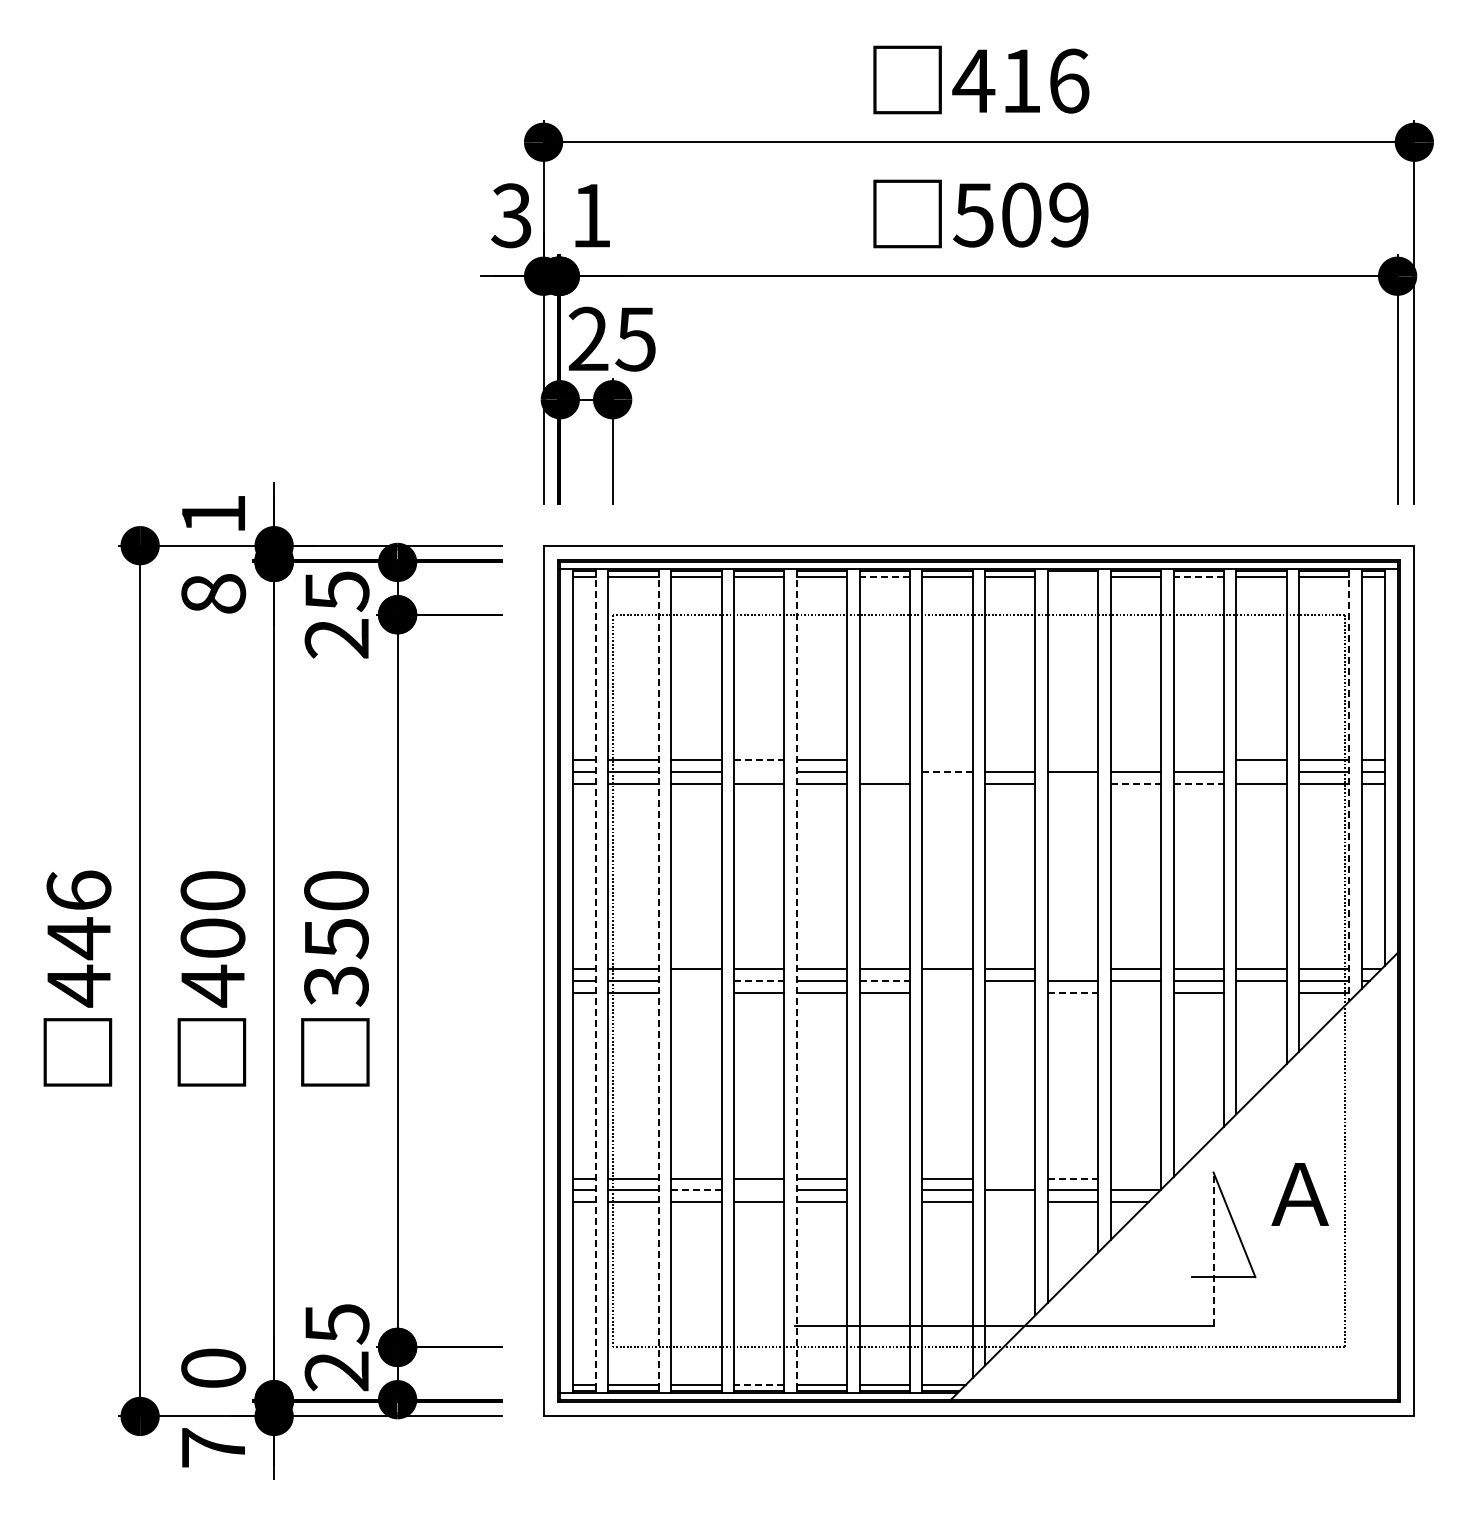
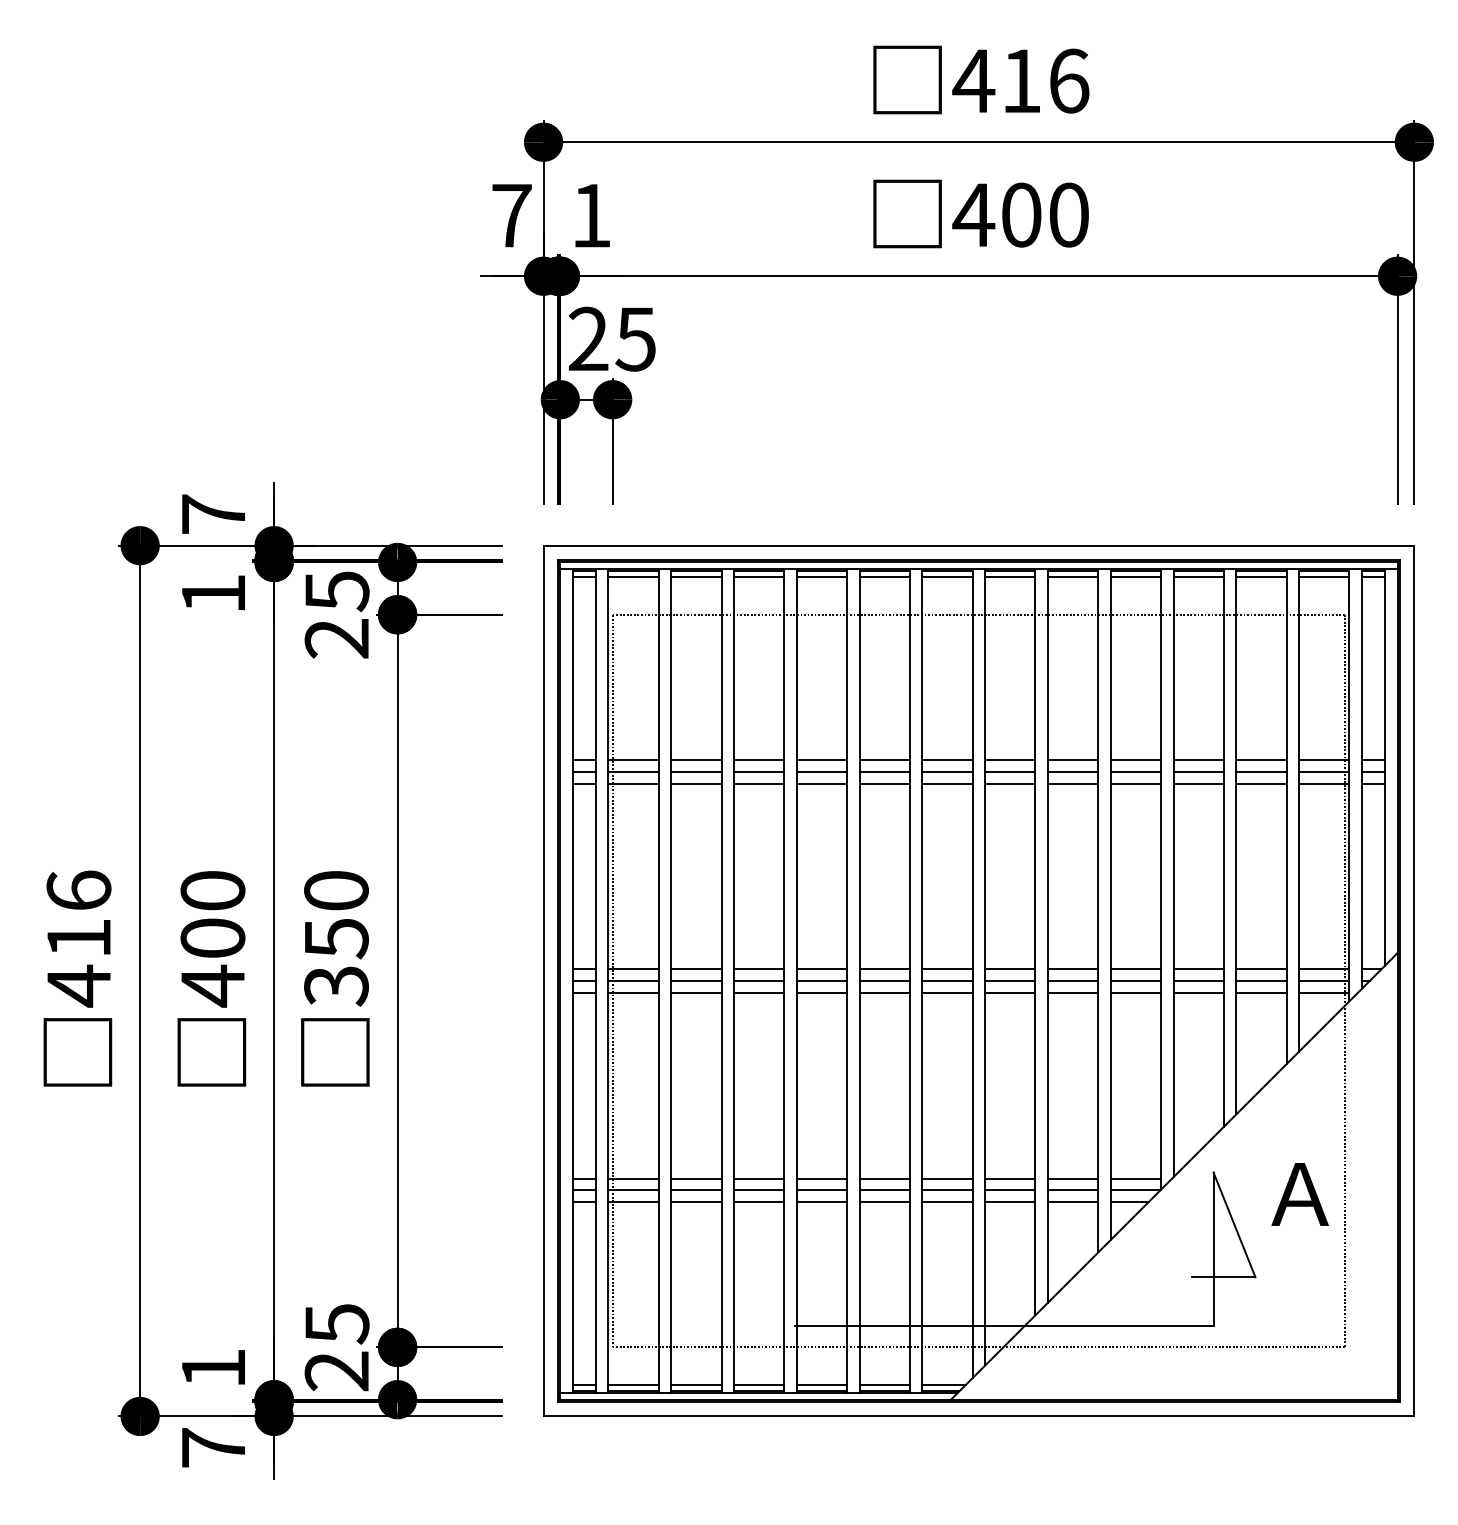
text at (1020, 214): 509 -> 400
text at (511, 215): 3 -> 7
text at (213, 513): 1 -> 7
line at (884, 577): dashed -> solid
line at (1073, 577): none -> present
line at (1198, 577): dashed -> solid
text at (213, 593): 8 -> 1
line at (759, 759): dashed -> solid
line at (884, 759): none -> present
line at (947, 759): none -> present
line at (1010, 759): none -> present
line at (1073, 759): none -> present
line at (1135, 759): none -> present
line at (1198, 759): none -> present
line at (759, 771): none -> present
line at (884, 771): none -> present
line at (948, 771): dashed -> solid
line at (1261, 771): none -> present
line at (947, 783): none -> present
line at (1073, 783): none -> present
line at (1136, 783): dashed -> solid
line at (1199, 783): dashed -> solid
line at (1349, 785): dashed -> solid
text at (78, 938): 446 -> 416
line at (1073, 969): none -> present
line at (595, 981): dashed -> solid
line at (658, 981): dashed -> solid
line at (696, 981): none -> present
line at (759, 981): dashed -> solid
line at (796, 981): dashed -> solid
line at (885, 981): dashed -> solid
line at (947, 981): none -> present
line at (696, 992): none -> present
line at (947, 992): none -> present
line at (1010, 992): none -> present
line at (1073, 992): dashed -> solid
line at (1135, 992): none -> present
line at (1261, 992): none -> present
line at (884, 1178): none -> present
line at (1010, 1178): none -> present
line at (1073, 1178): dashed -> solid
line at (1135, 1178): none -> present
line at (696, 1190): dashed -> solid
line at (759, 1190): none -> present
line at (884, 1190): none -> present
line at (884, 1202): none -> present
line at (1010, 1202): none -> present
line at (1213, 1249): dashed -> solid
text at (213, 1367): 0 -> 1
line at (758, 1385): dashed -> solid
